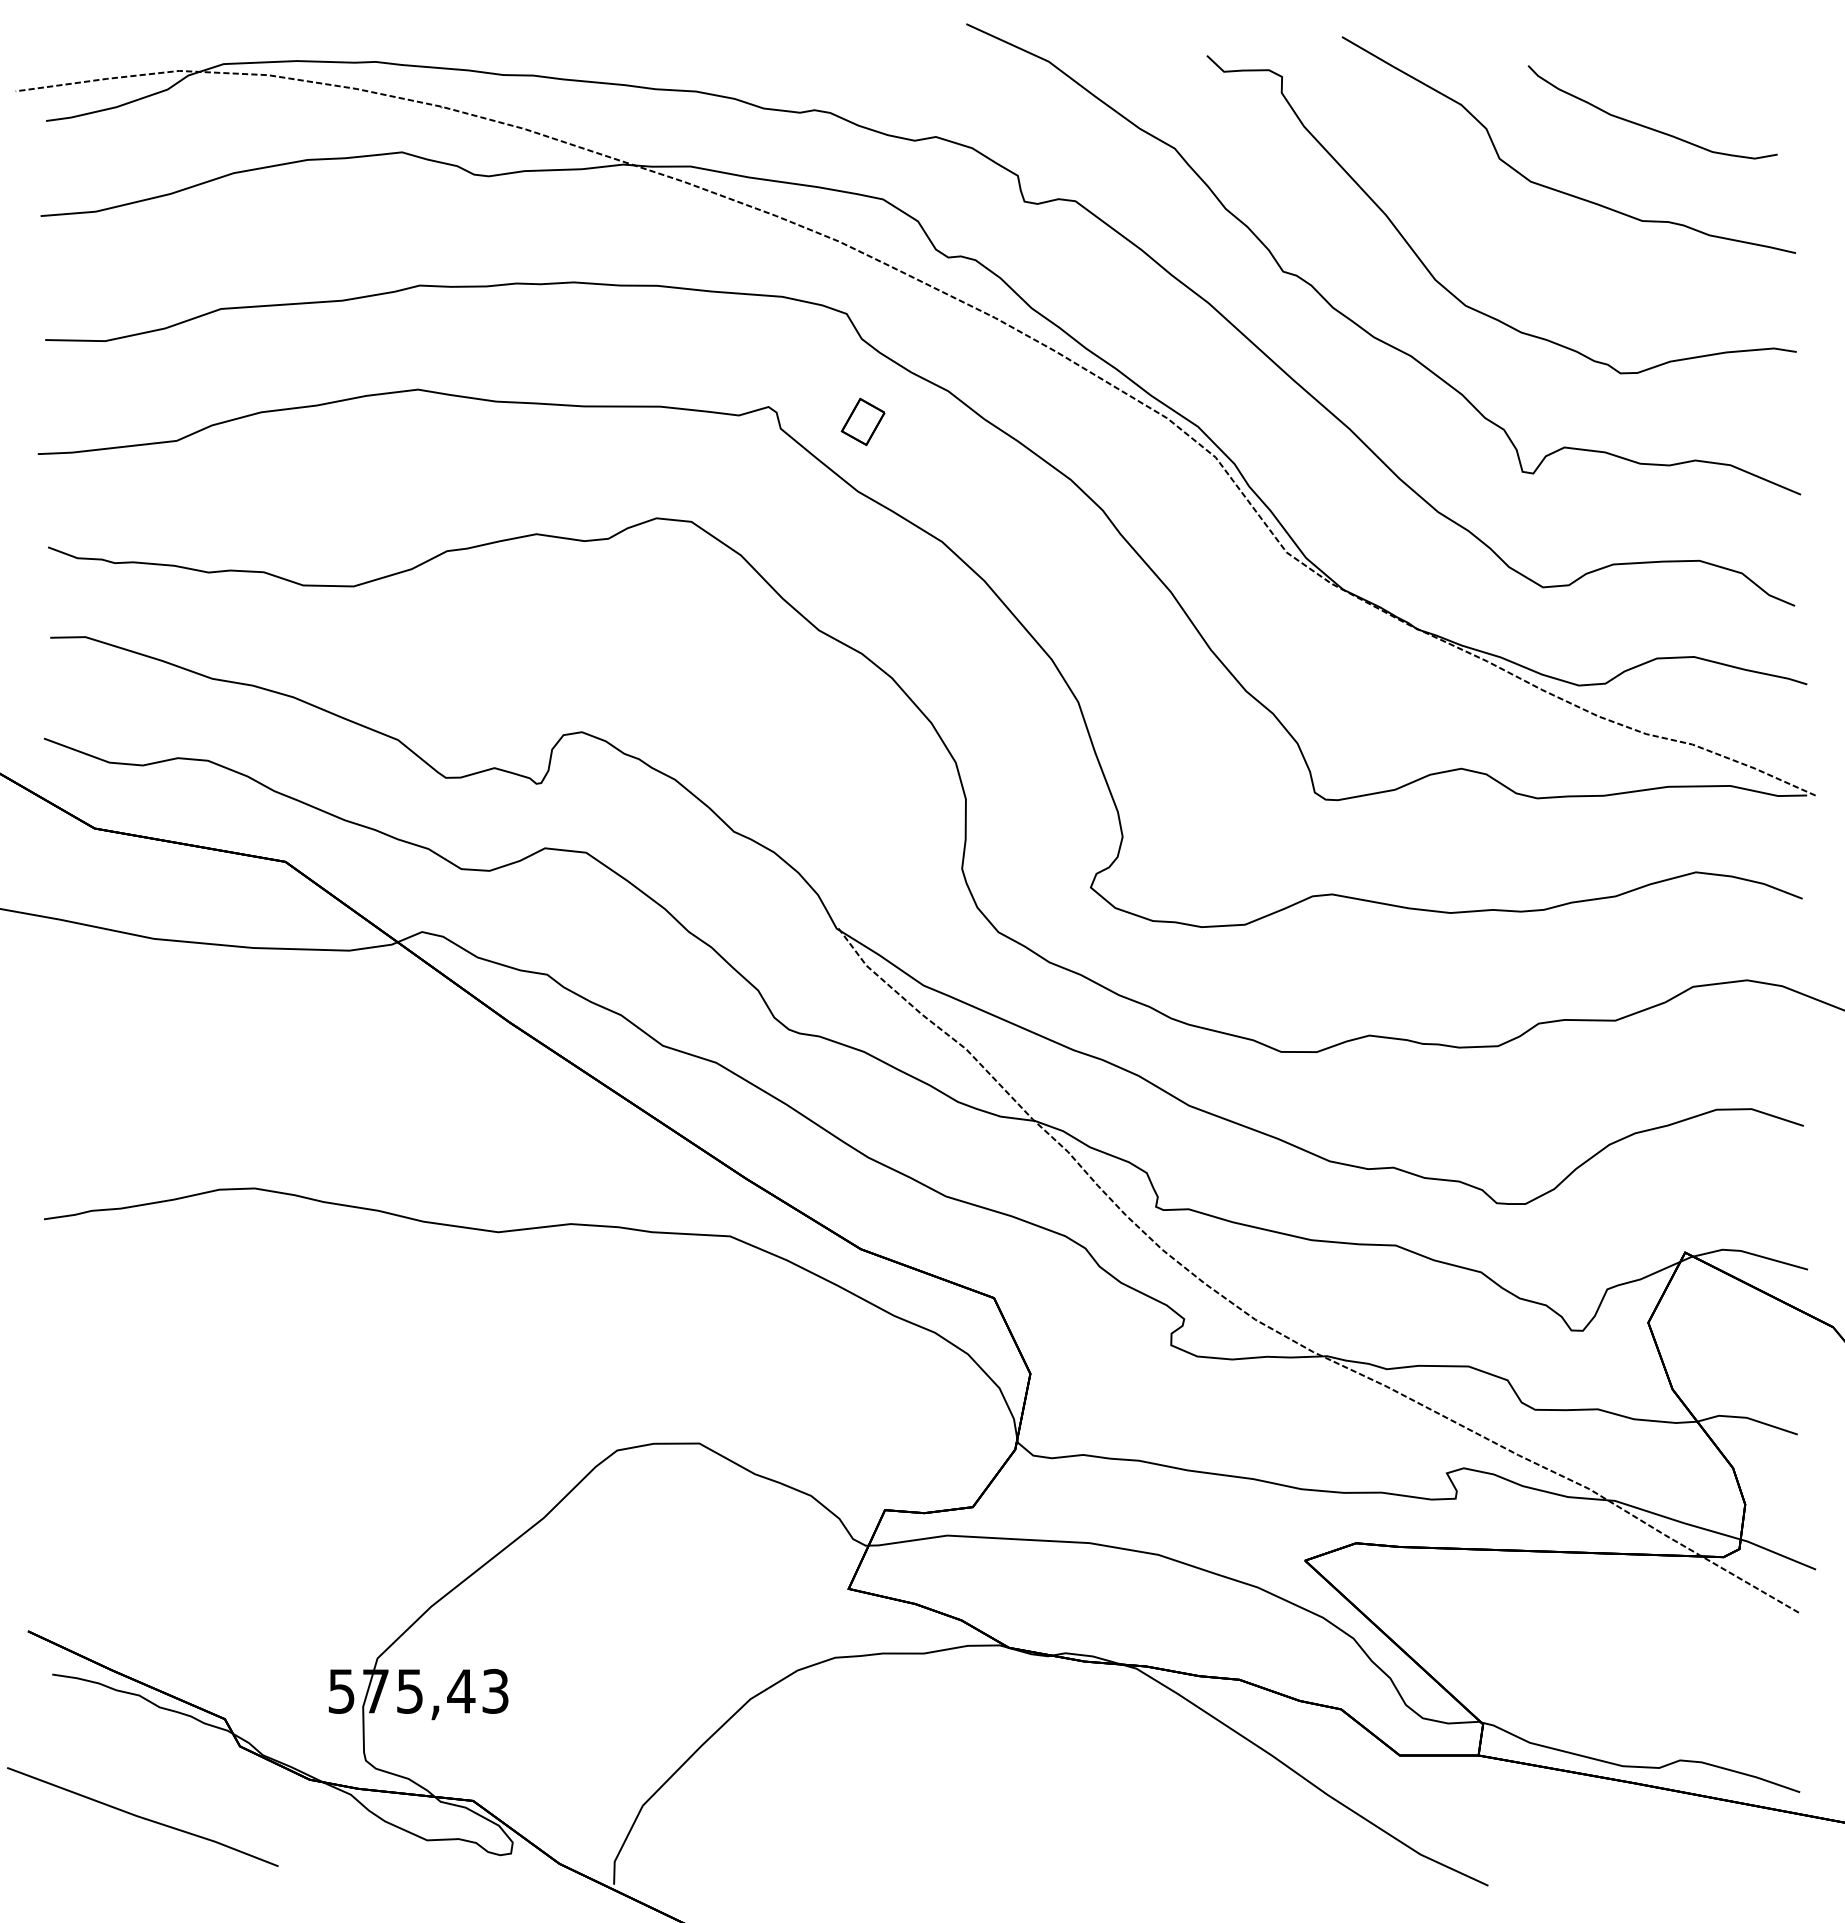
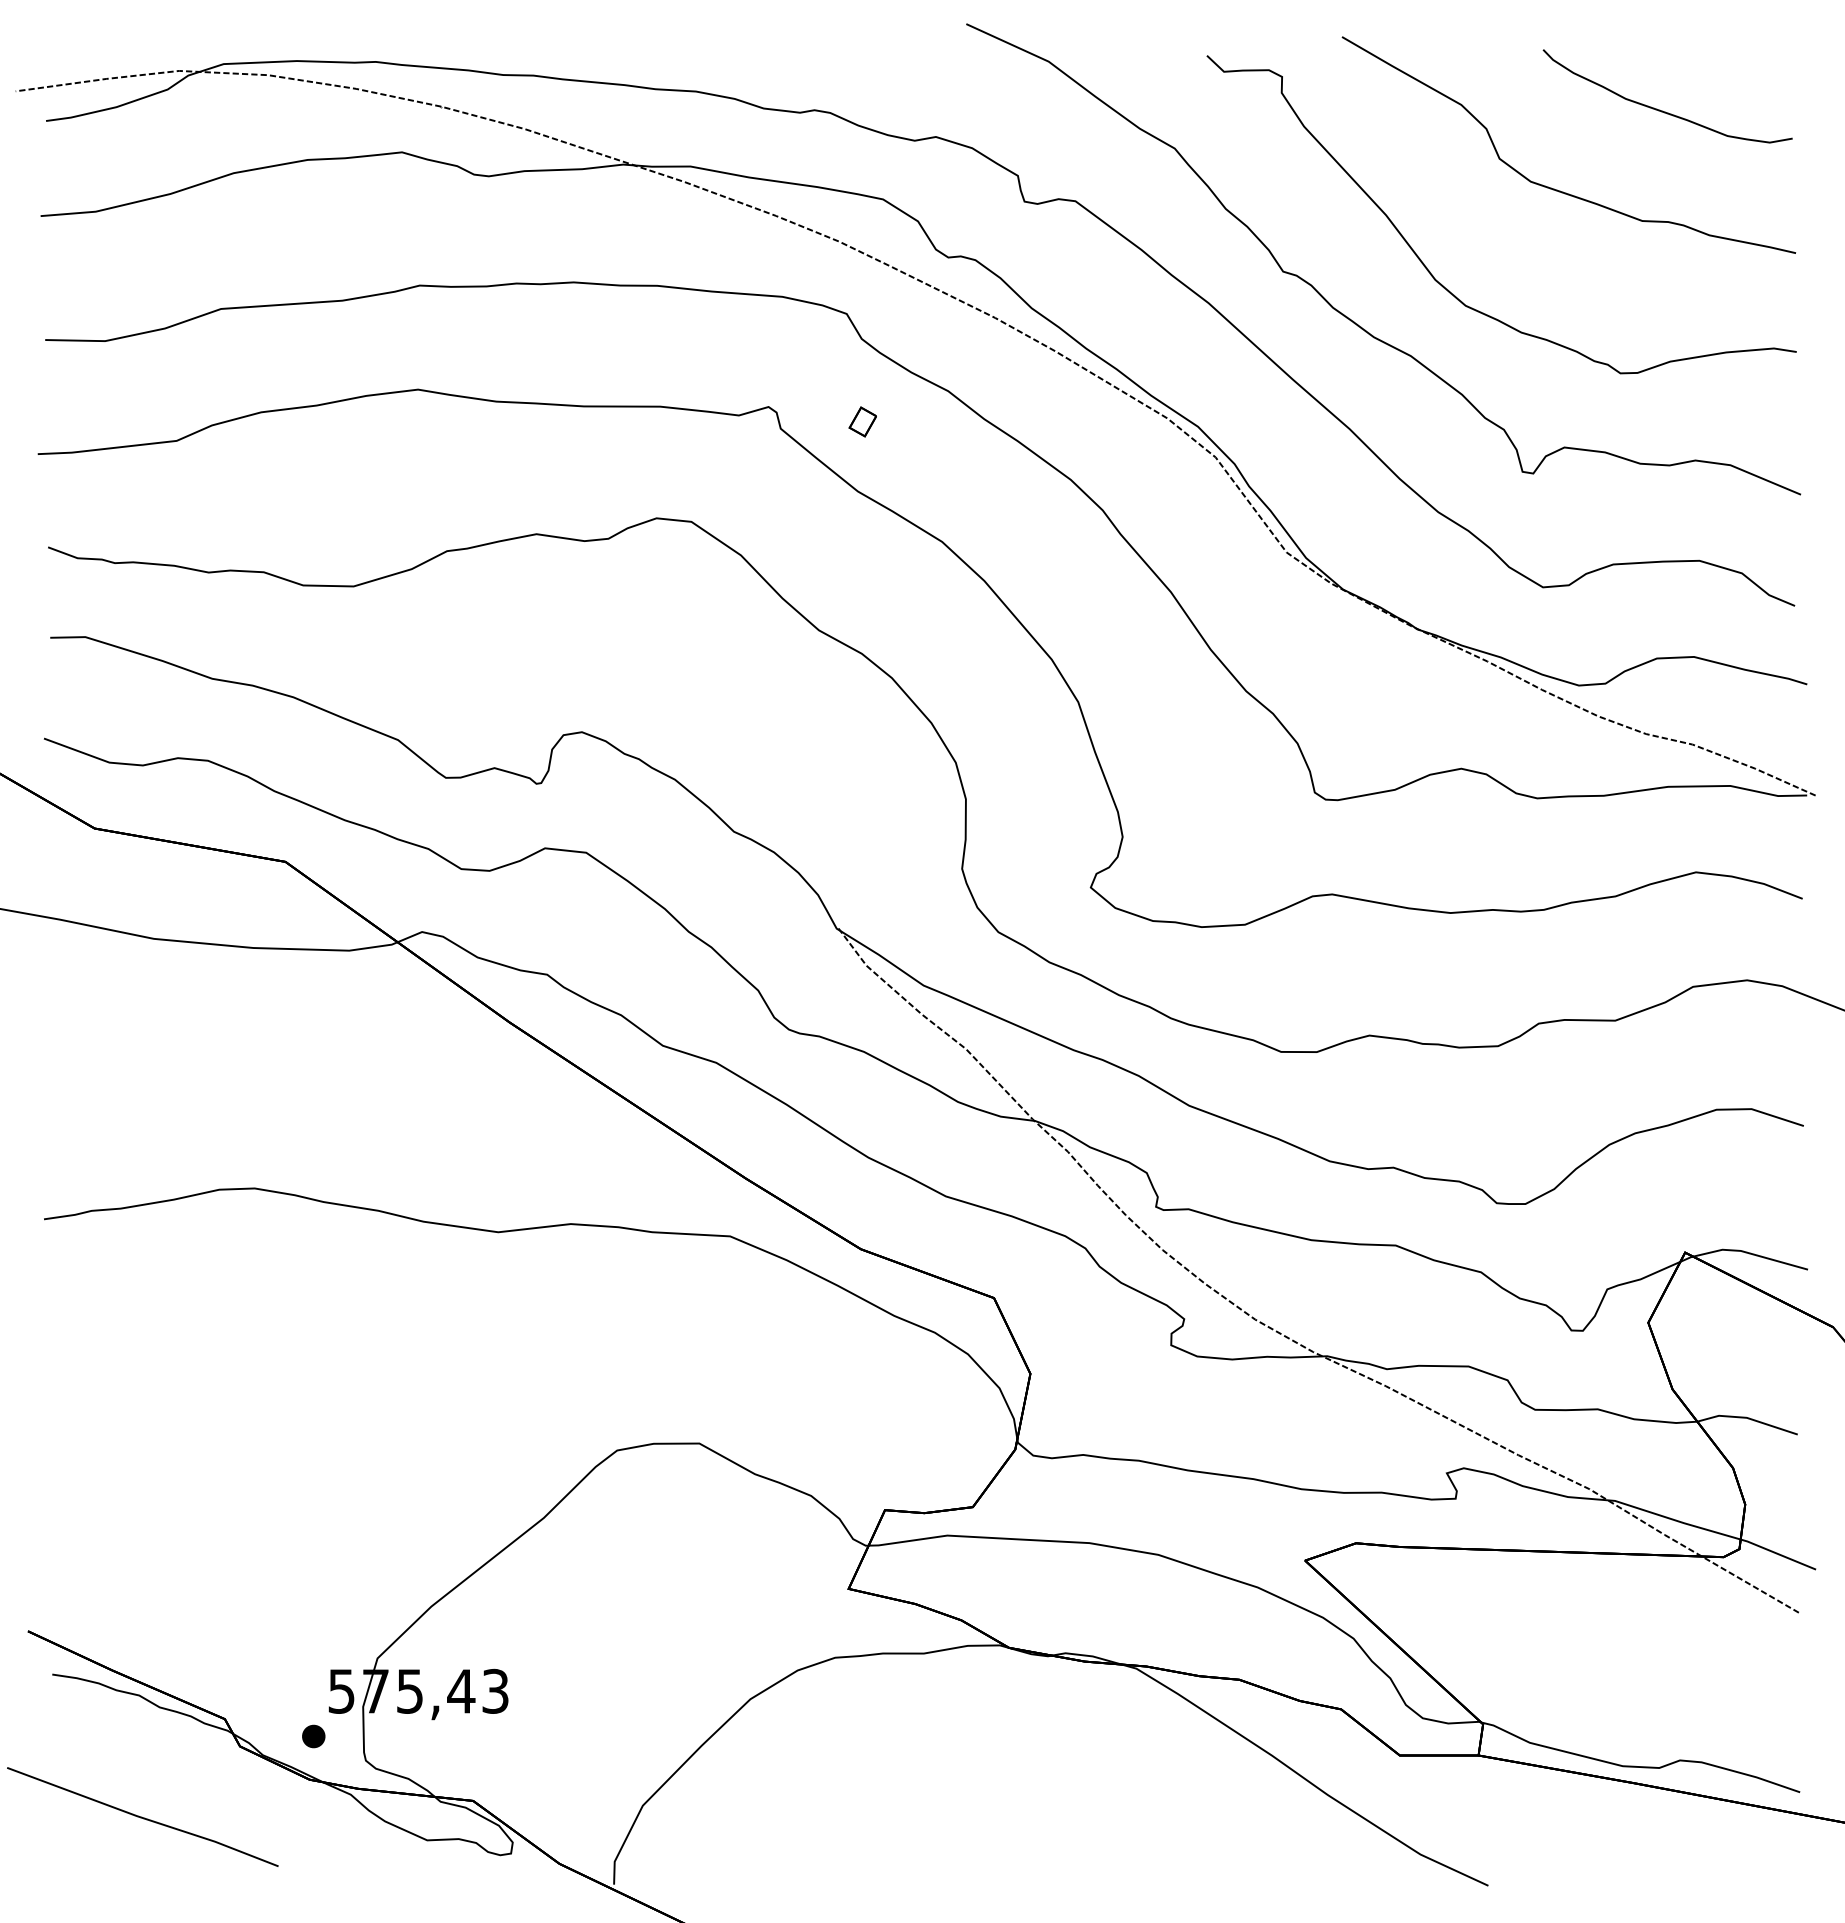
part at (1647, 126) position: (1647, 126) -> (1662, 110)
part at (862, 421) size: 46x50 px -> 29x32 px
part at (313, 1736): none -> present
